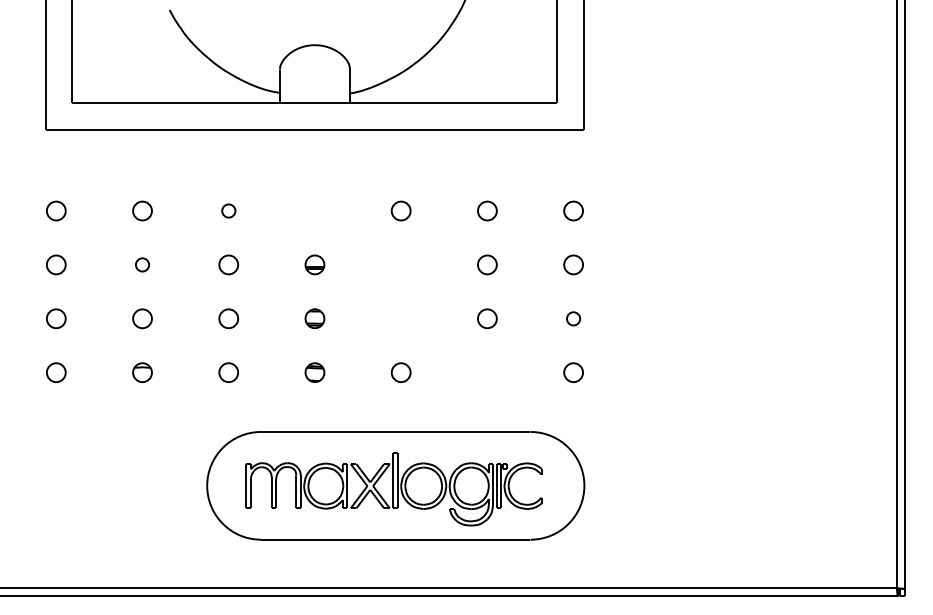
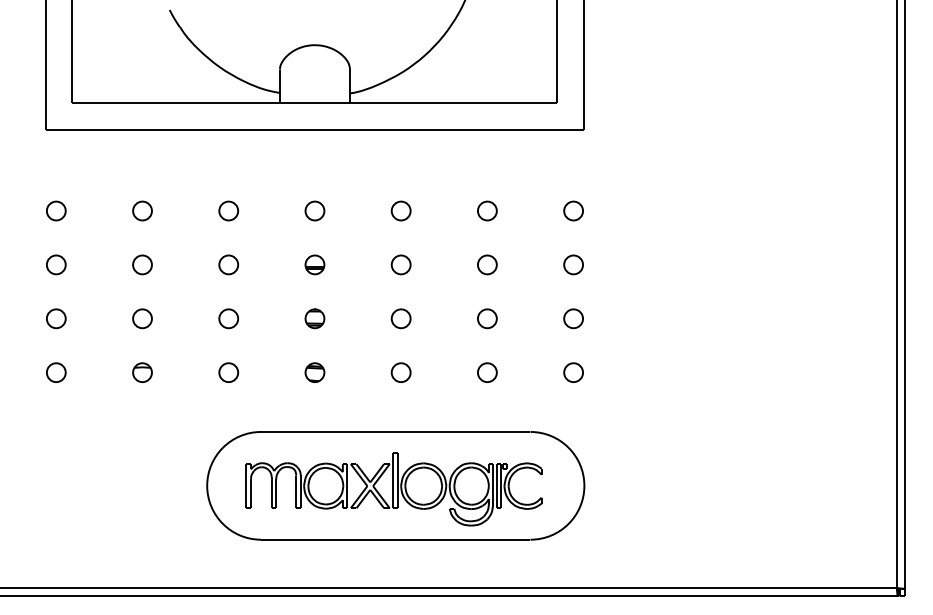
part at (228, 210) size: 16x16 px -> 22x22 px
part at (314, 210): none -> present
part at (142, 264) size: 15x16 px -> 21x22 px
part at (400, 264): none -> present
part at (400, 318): none -> present
part at (573, 318) size: 15x16 px -> 21x22 px
part at (487, 372): none -> present
